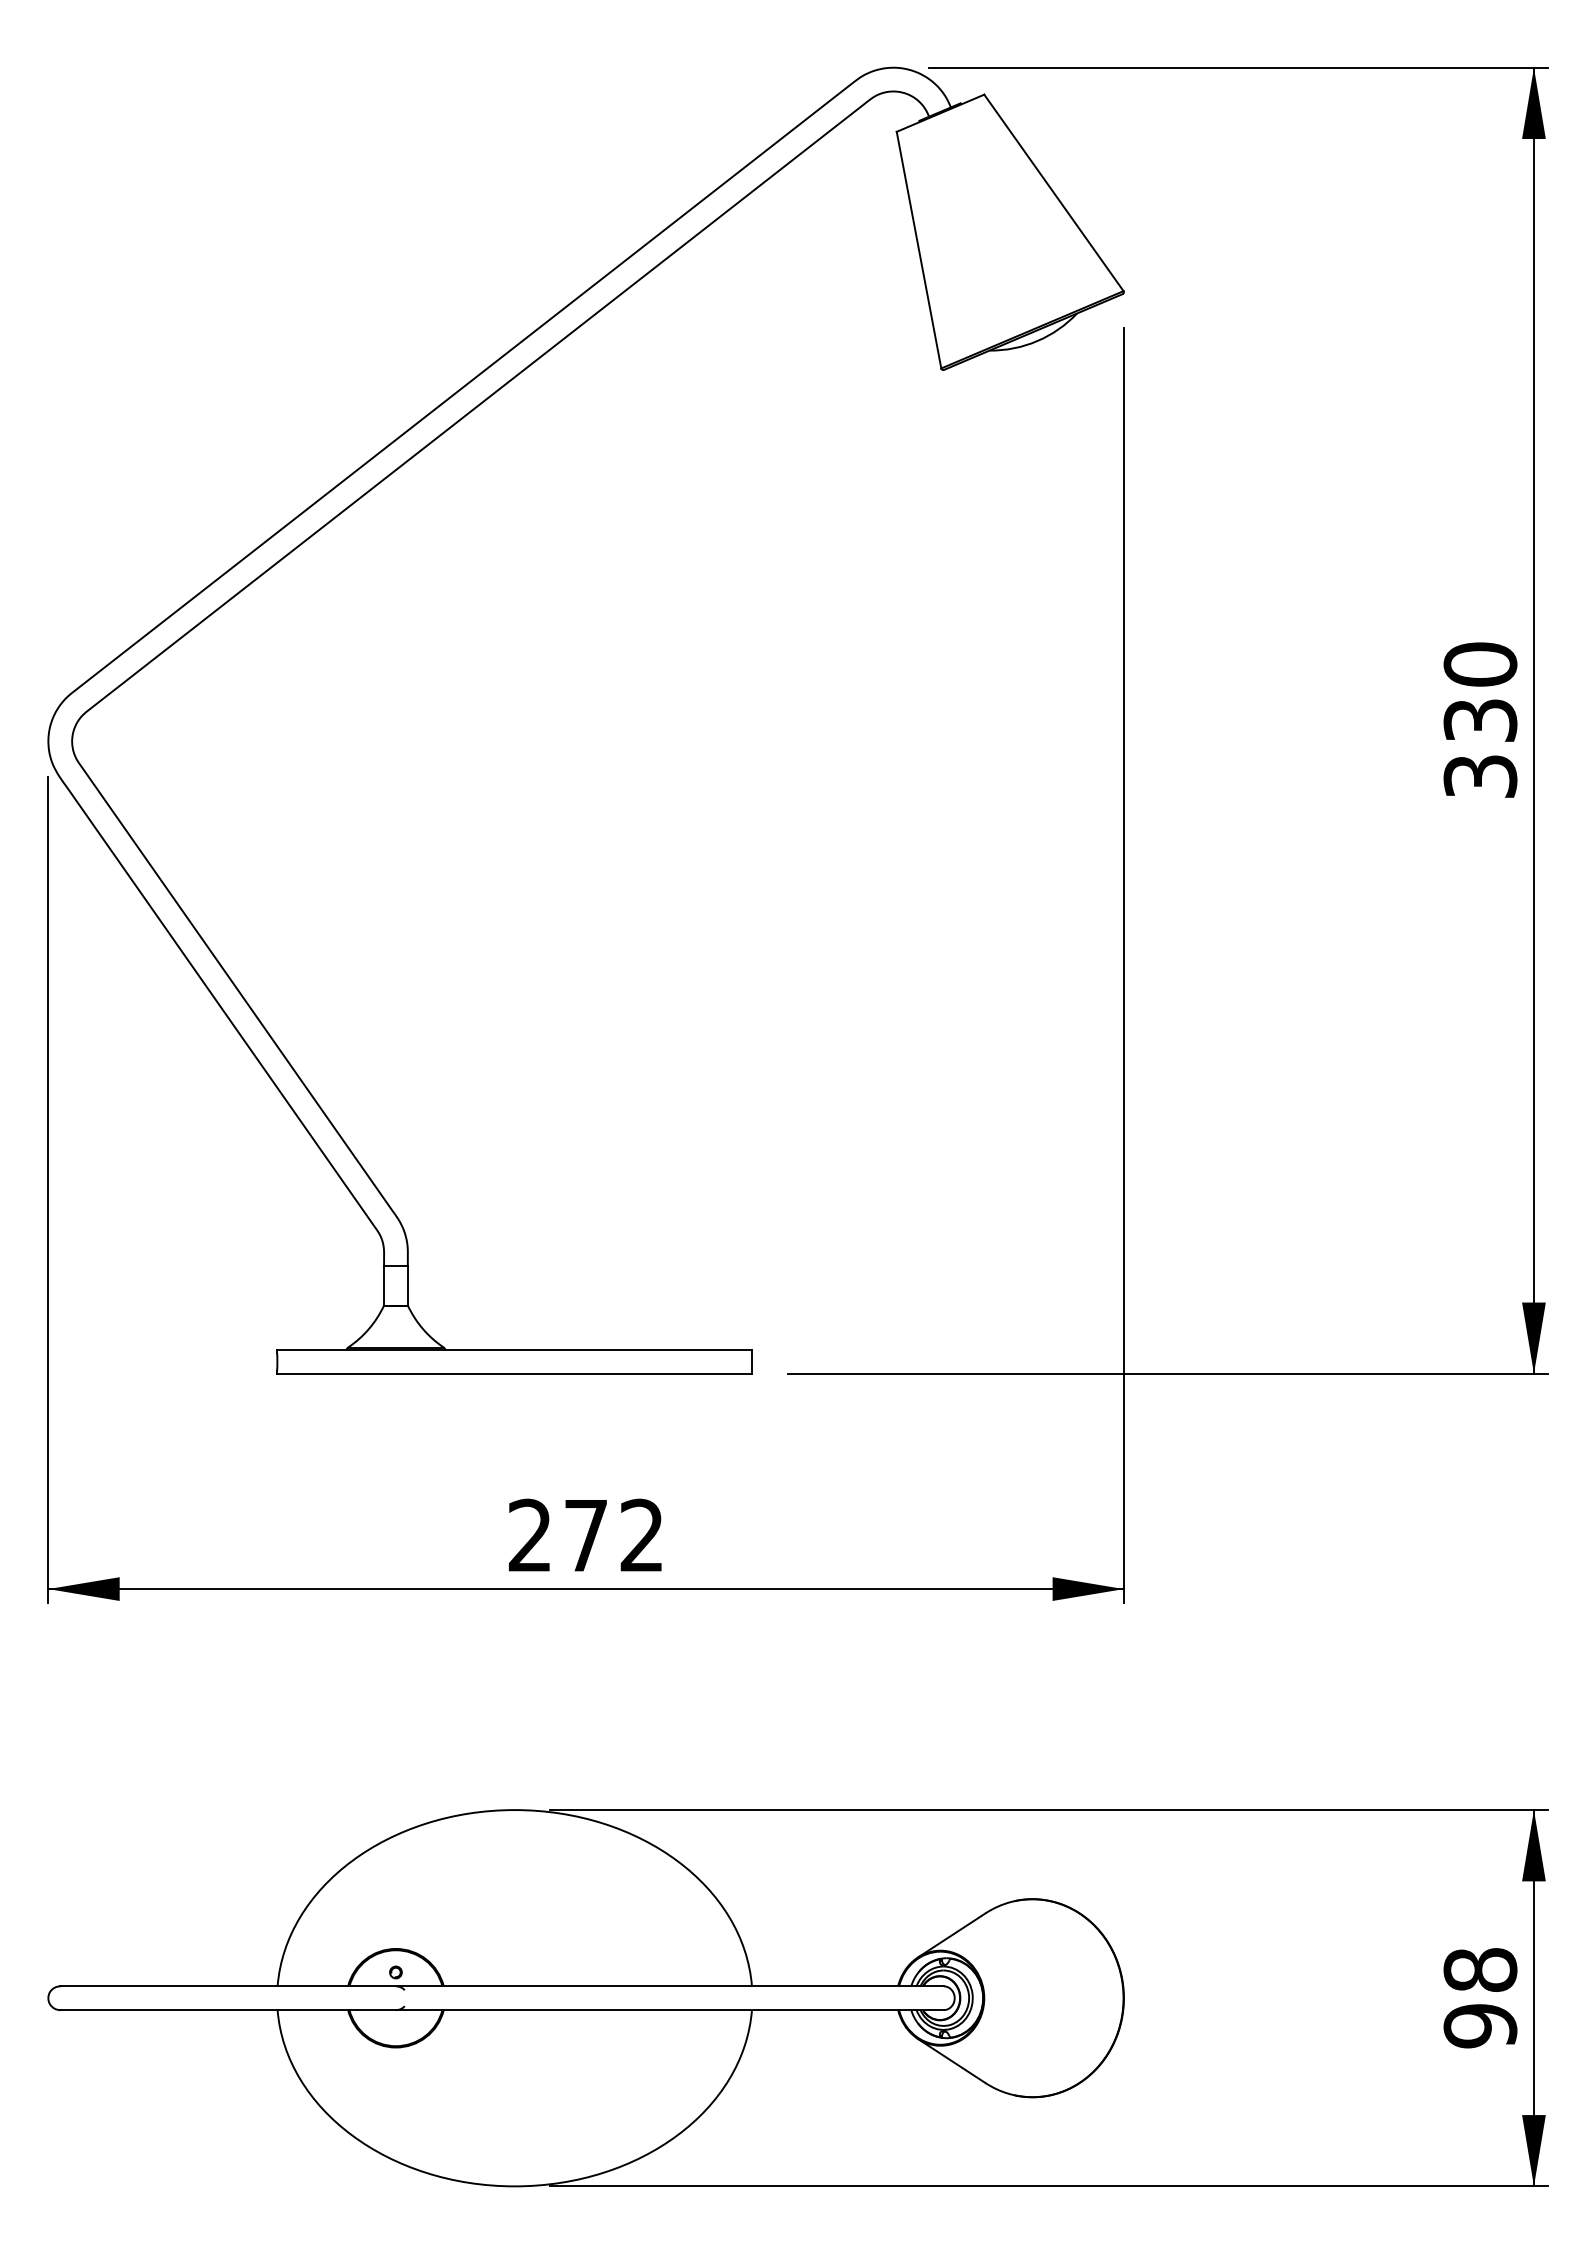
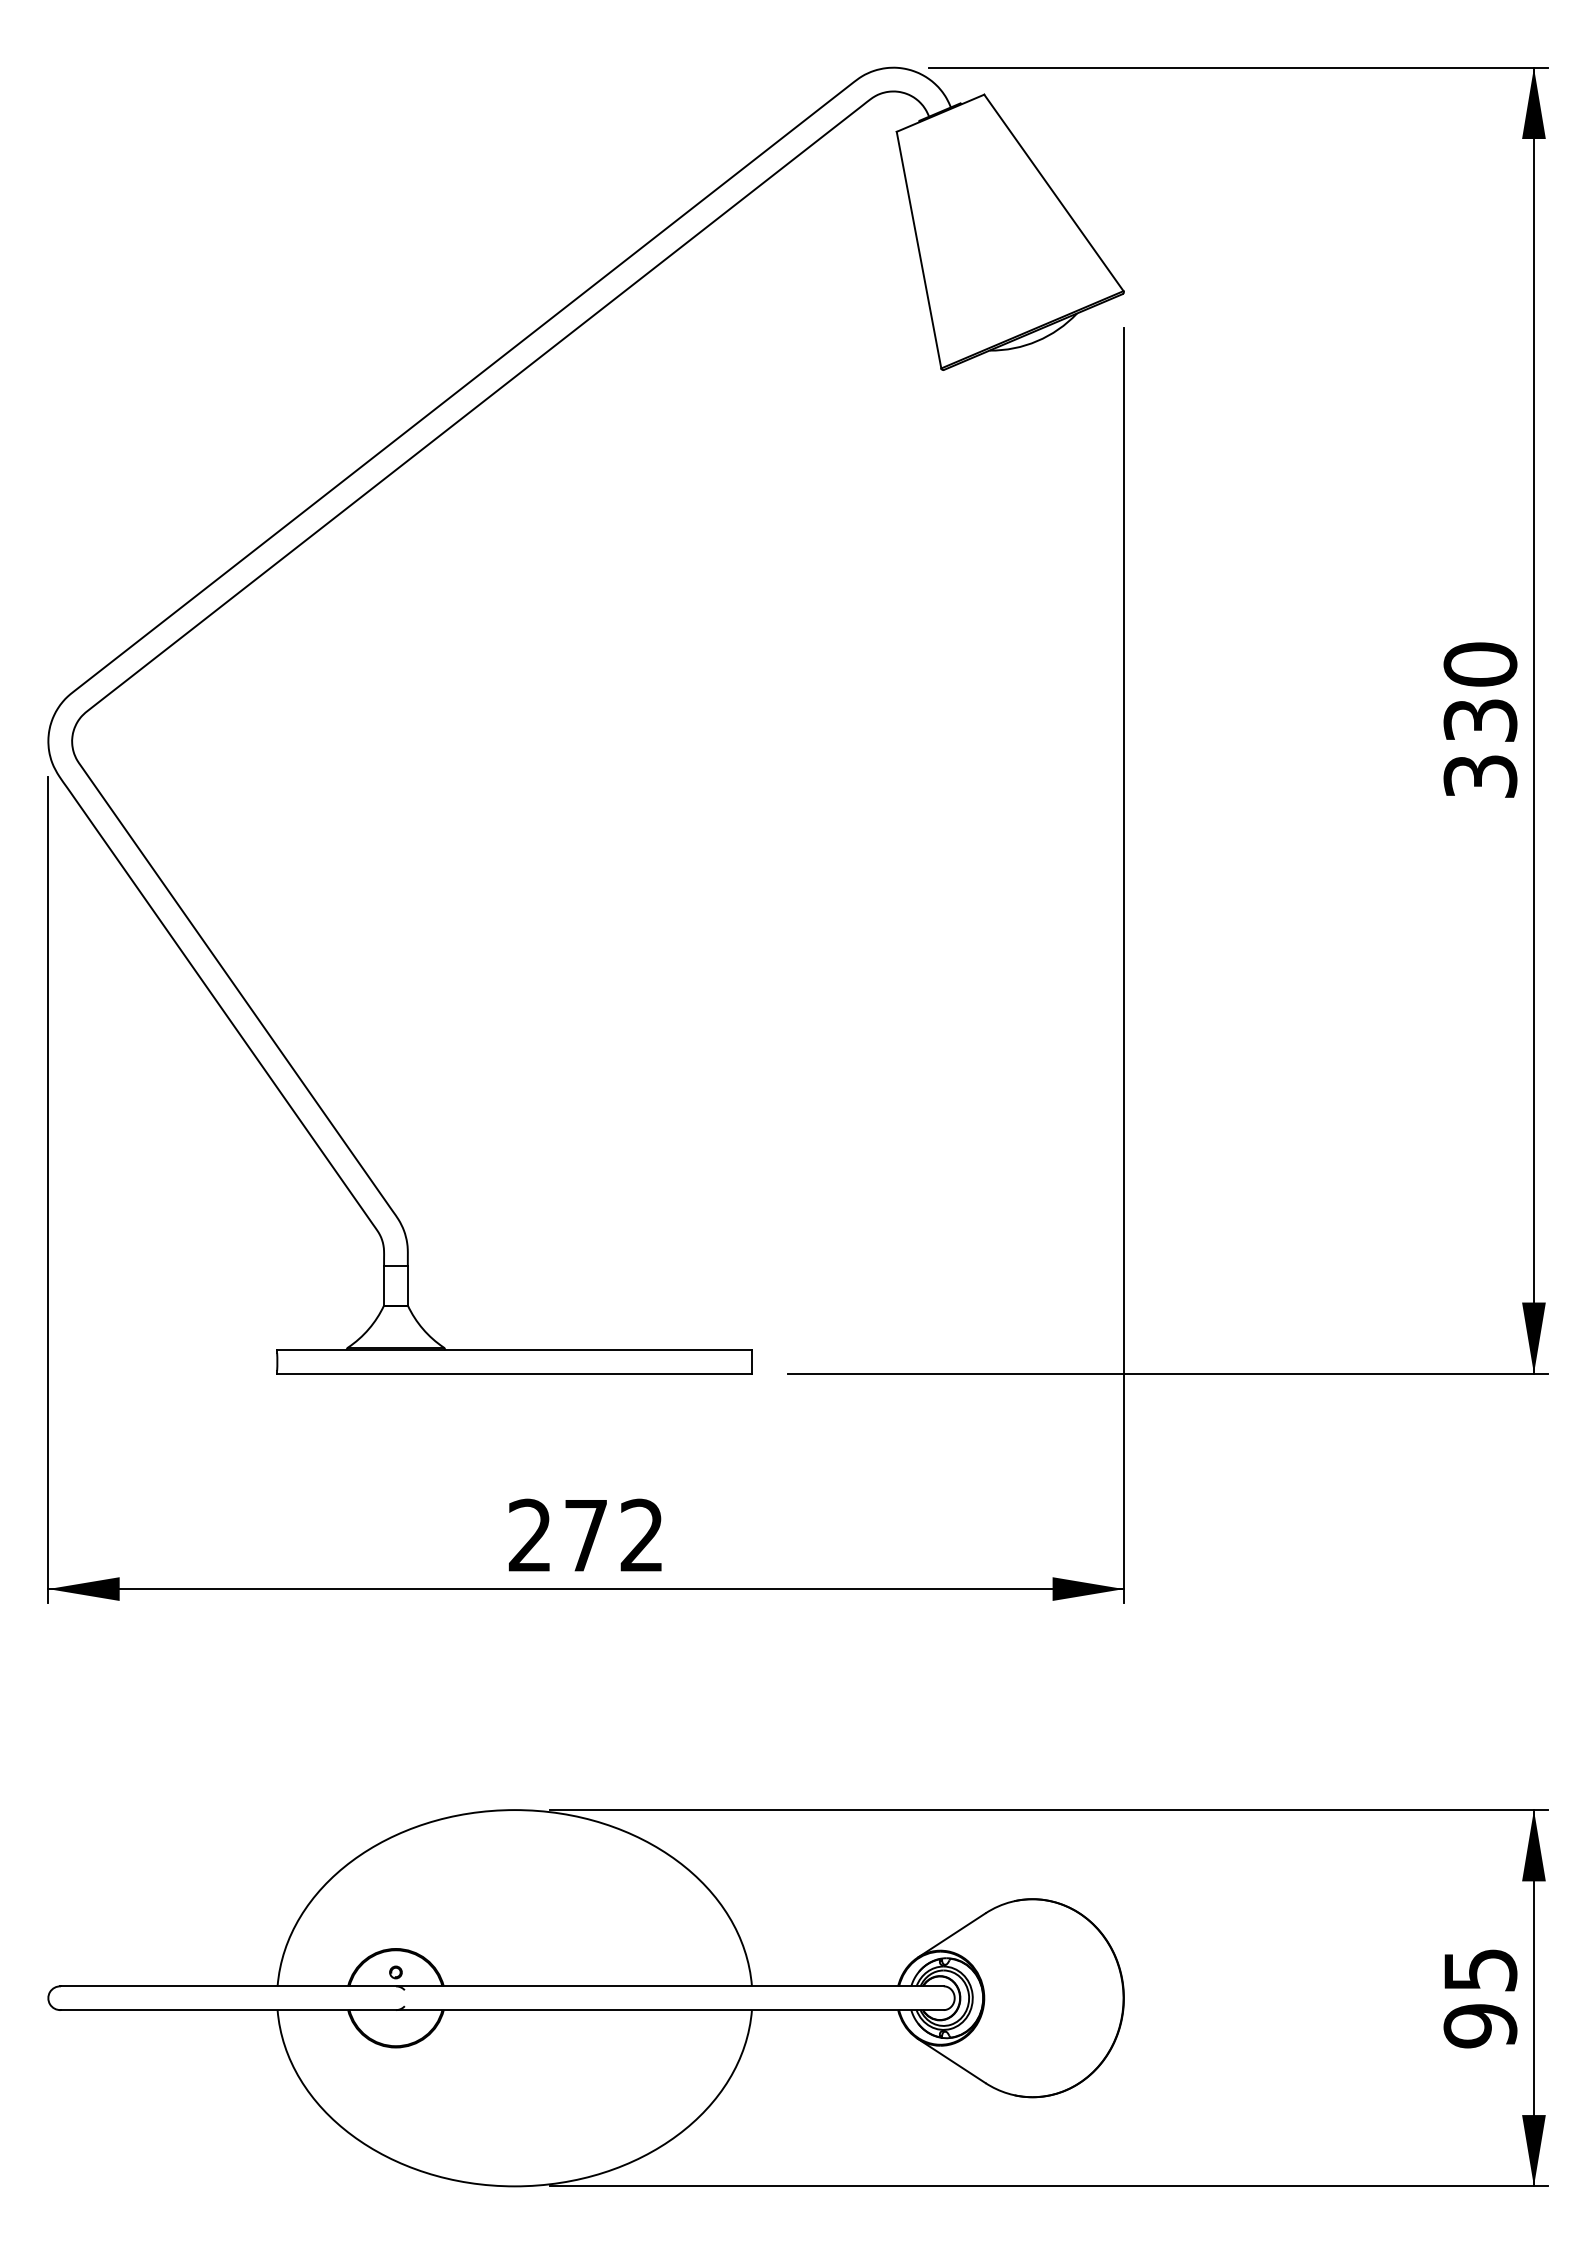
text at (1480, 1969): 98 -> 95
